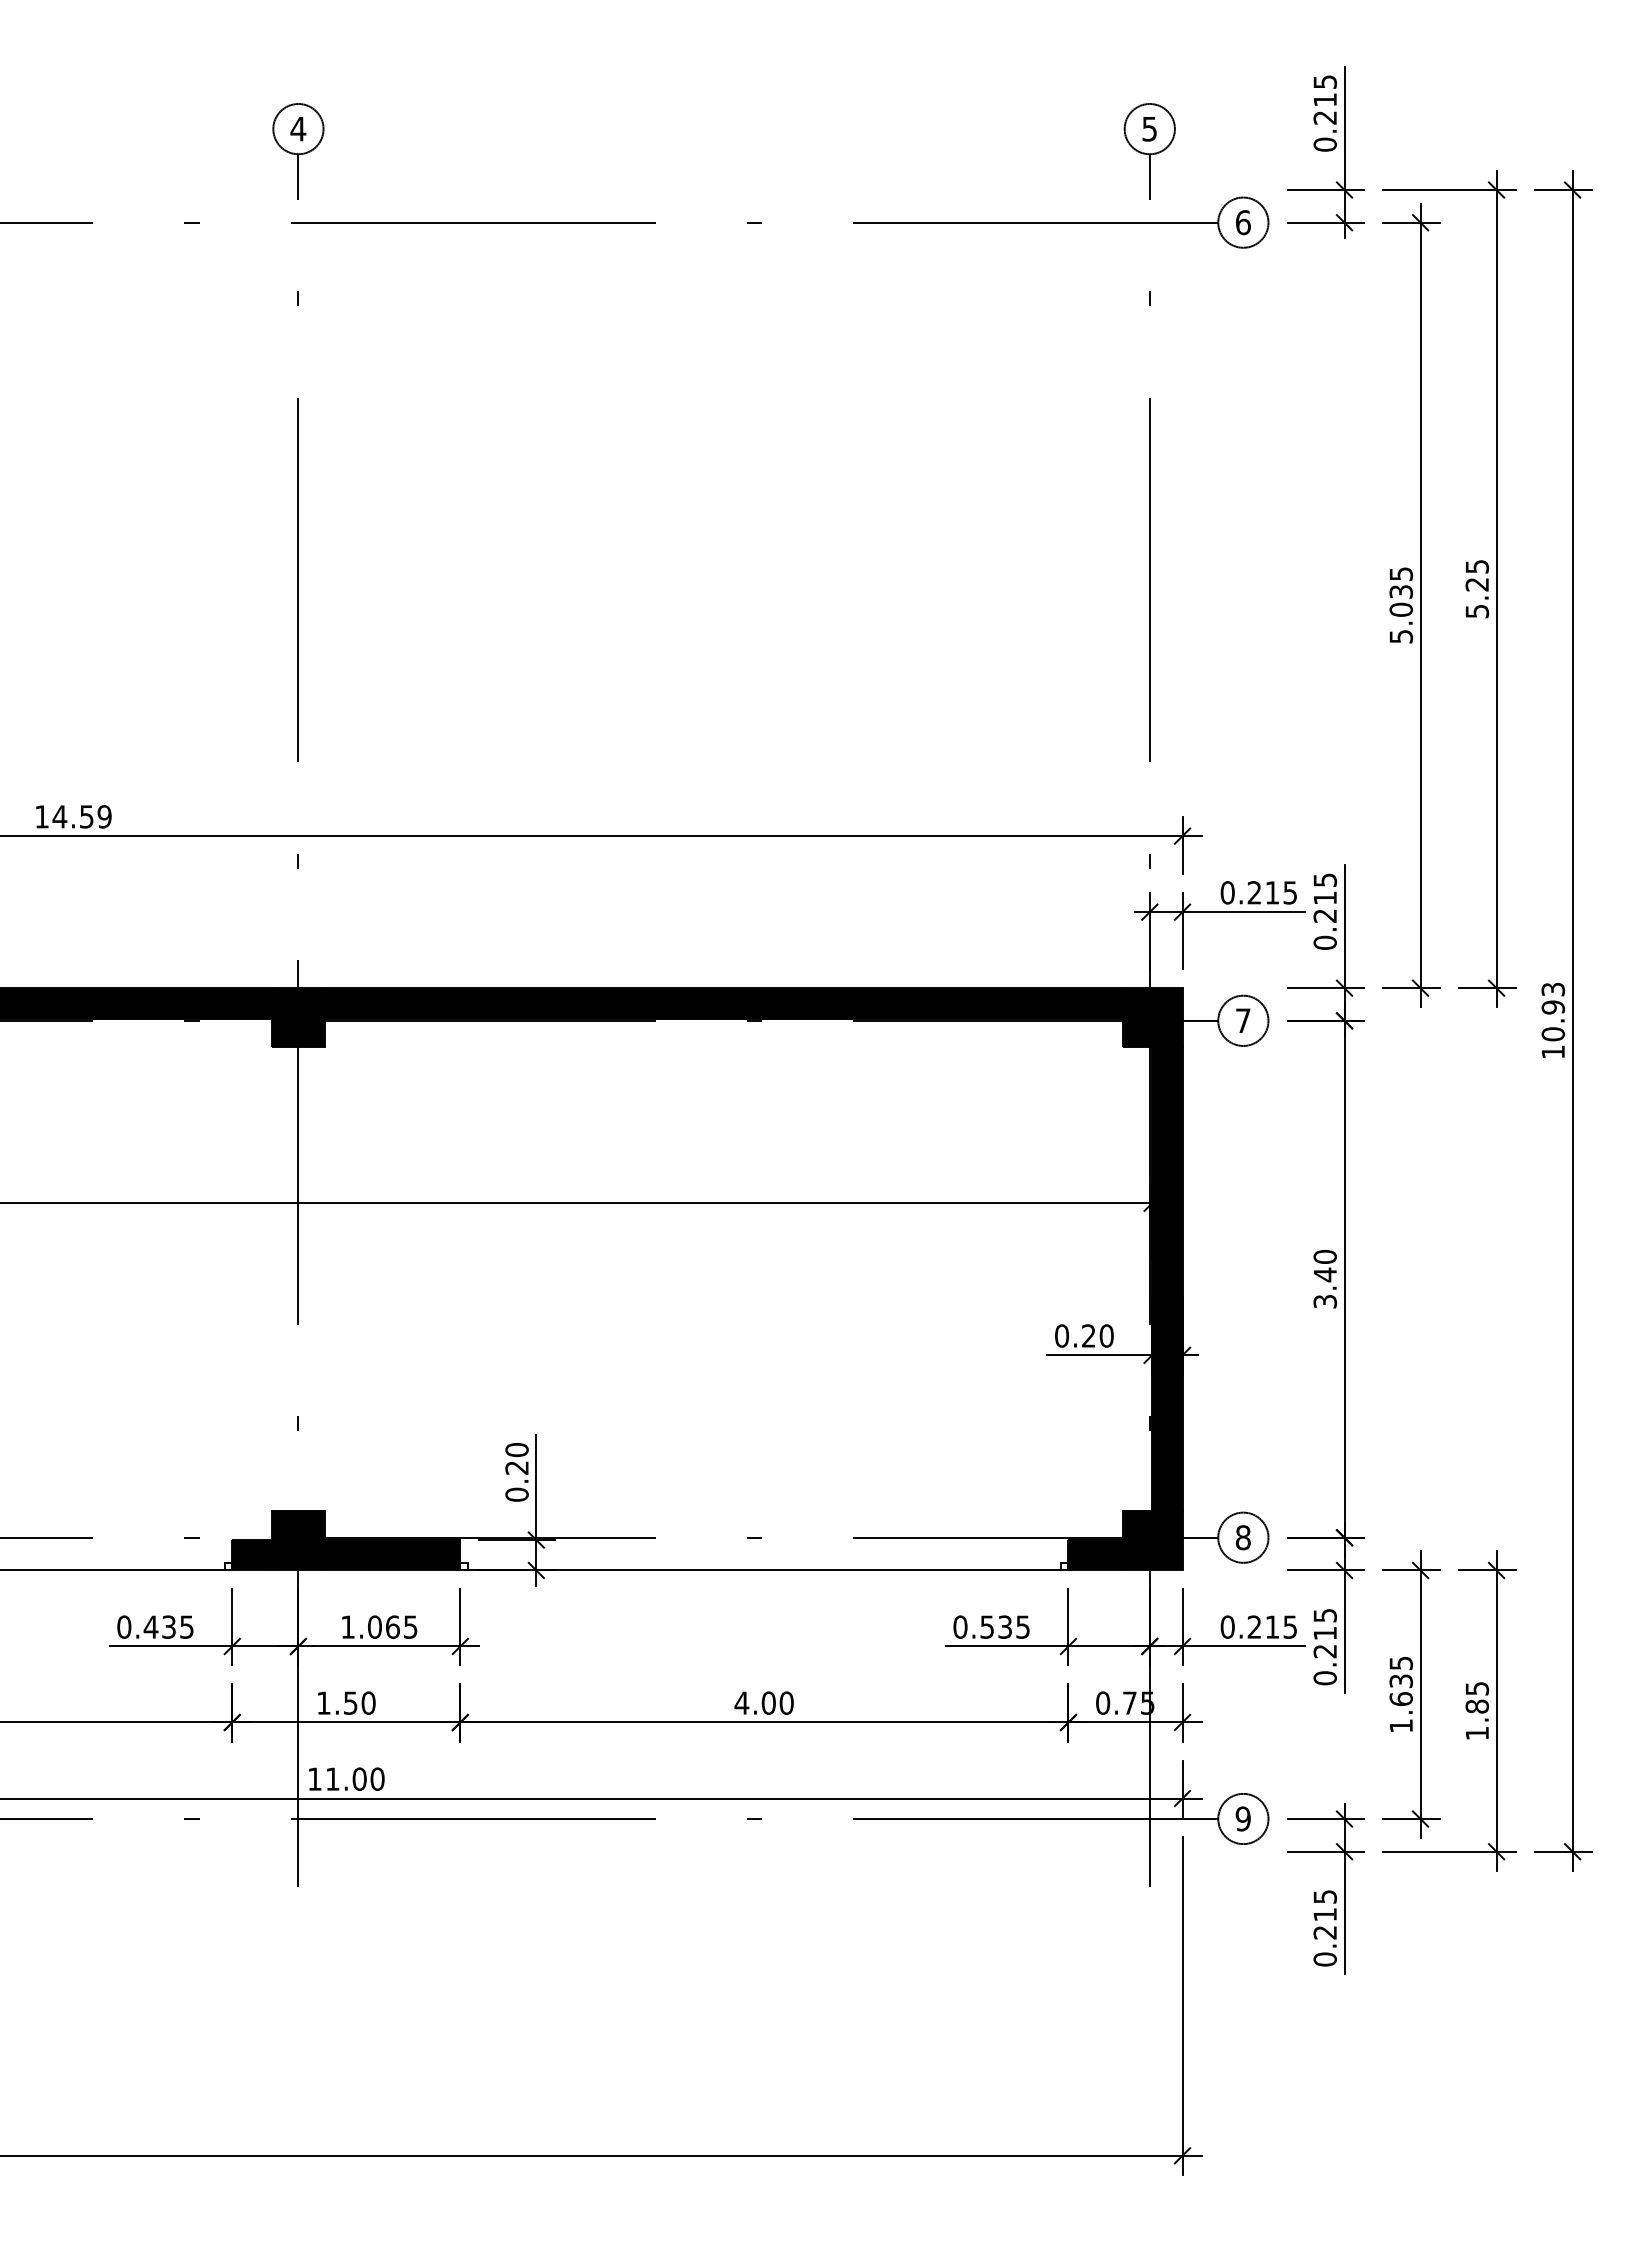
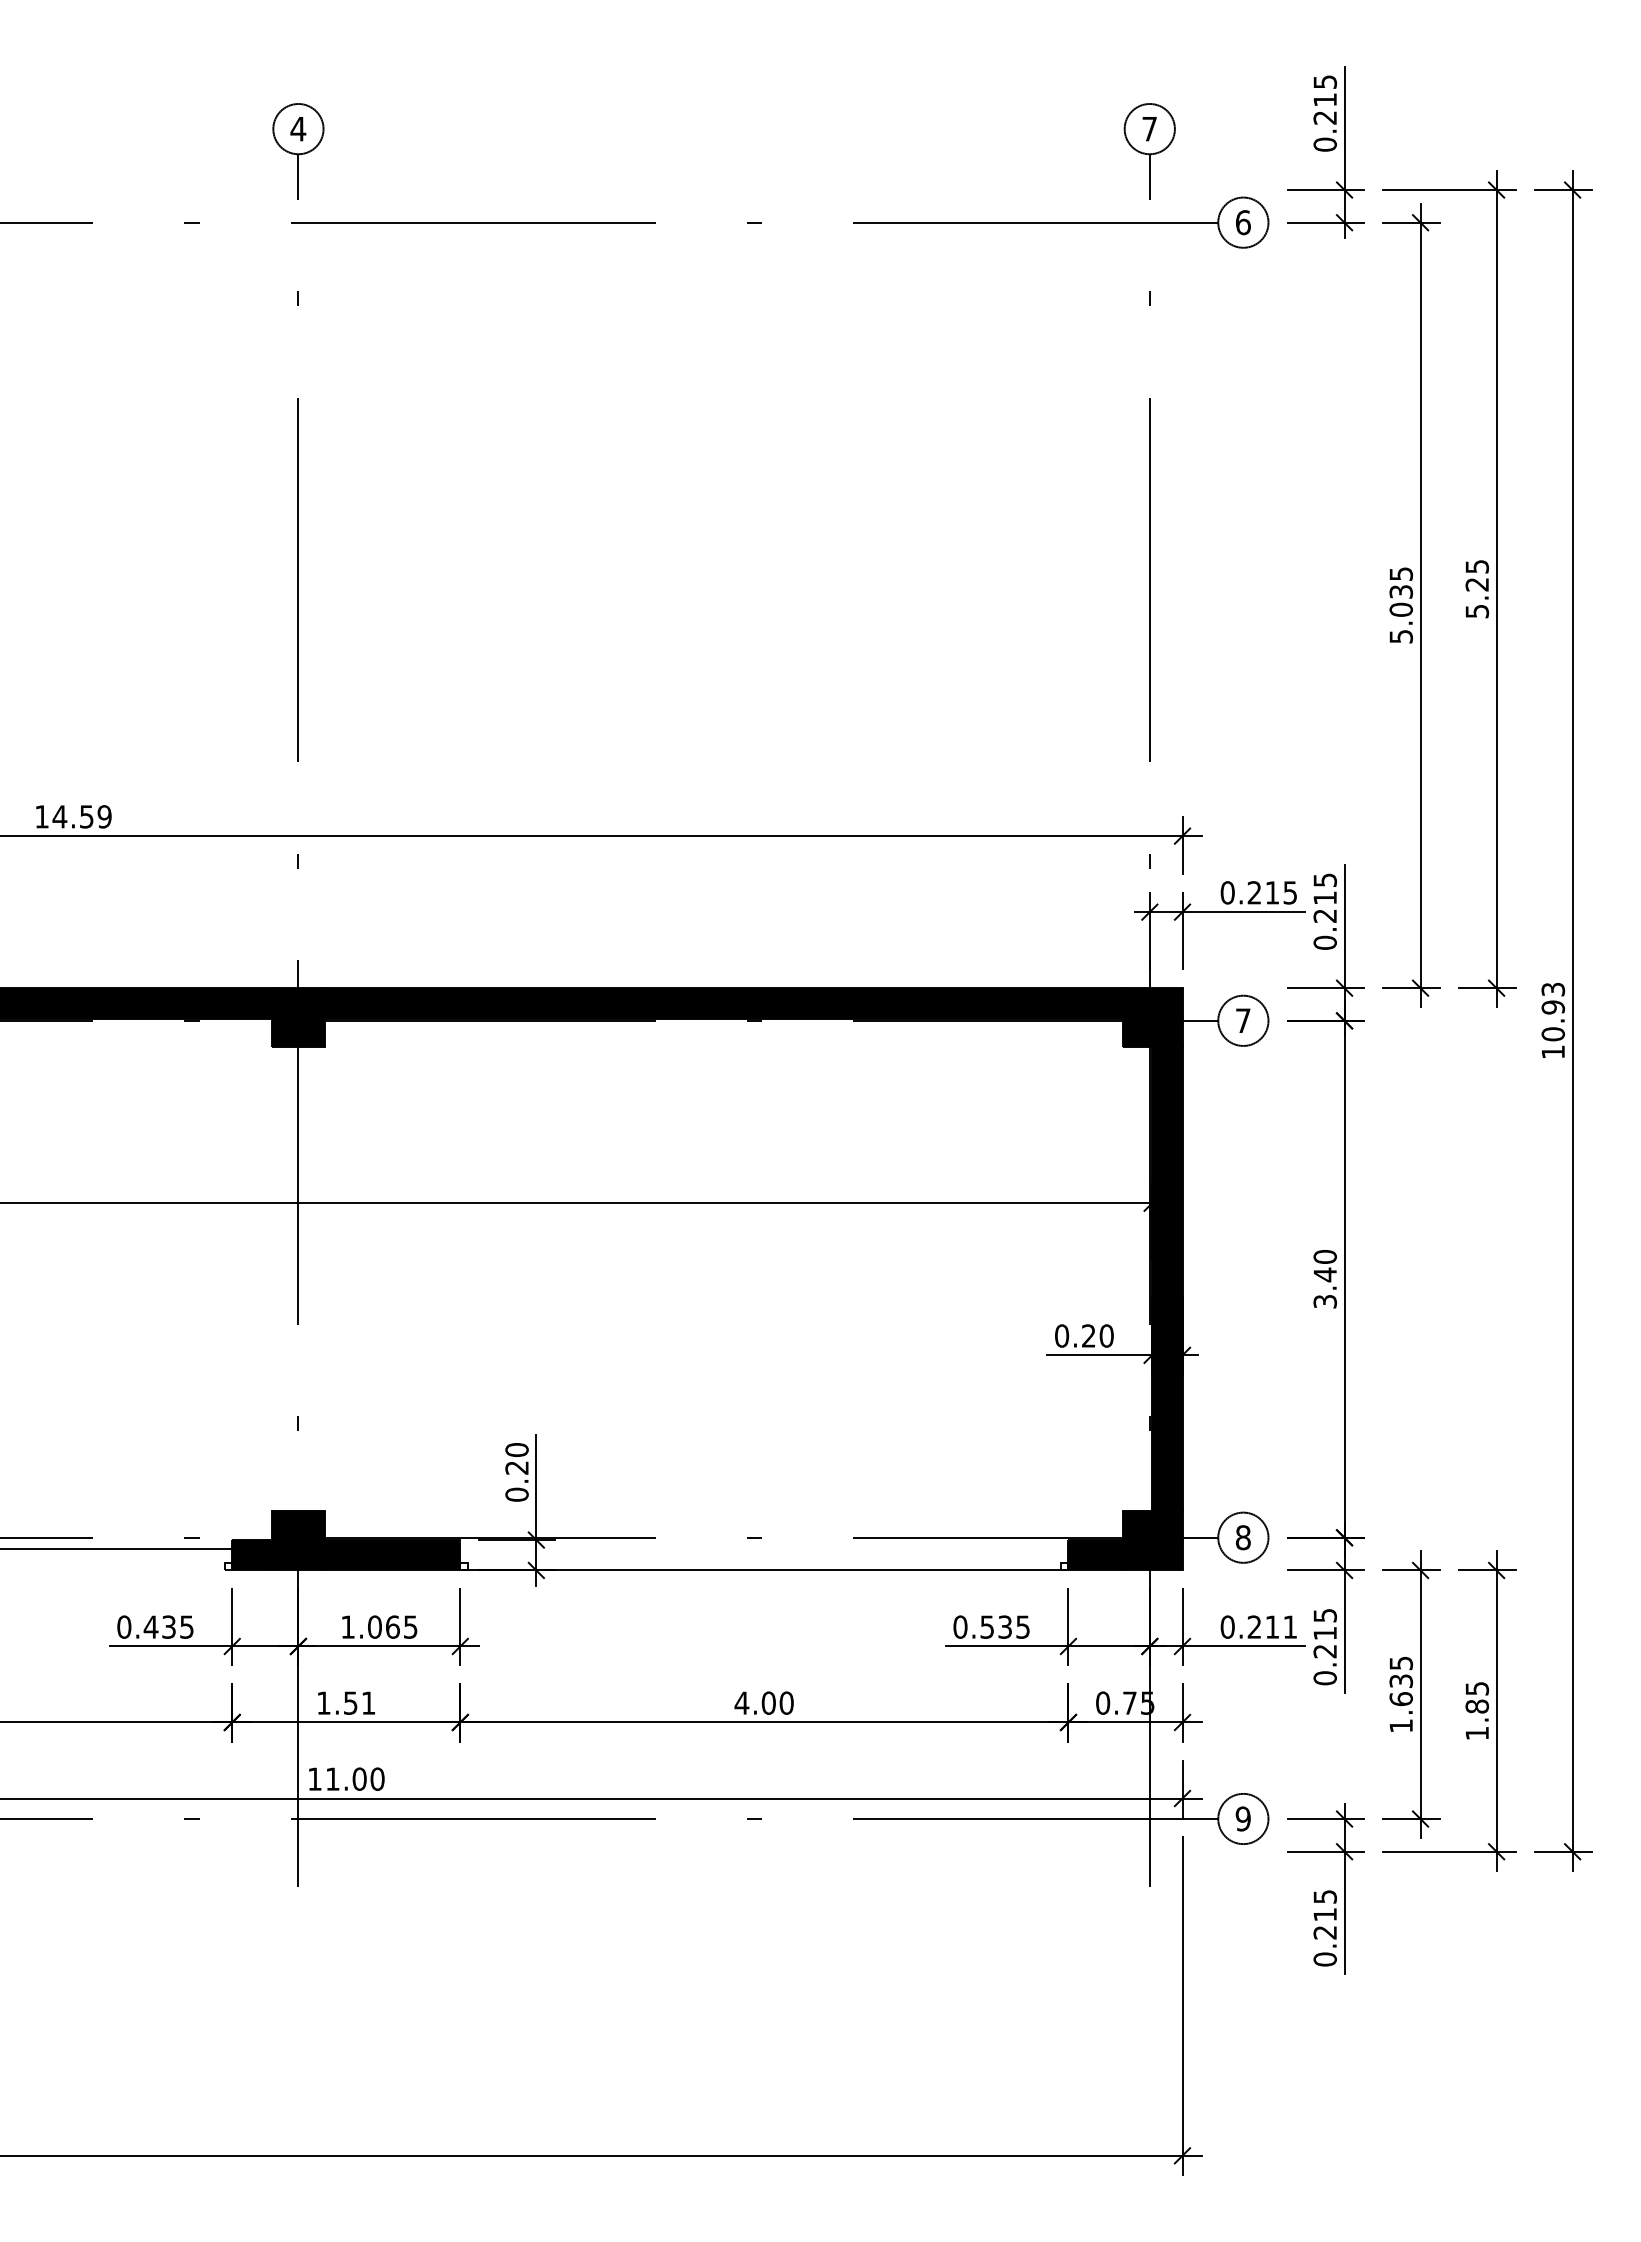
text at (1149, 129): 5 -> 7
line at (117, 1570) position: (117, 1570) -> (117, 1549)
text at (1289, 1626): 0.215 -> 0.211
text at (368, 1702): 1.50 -> 1.51
